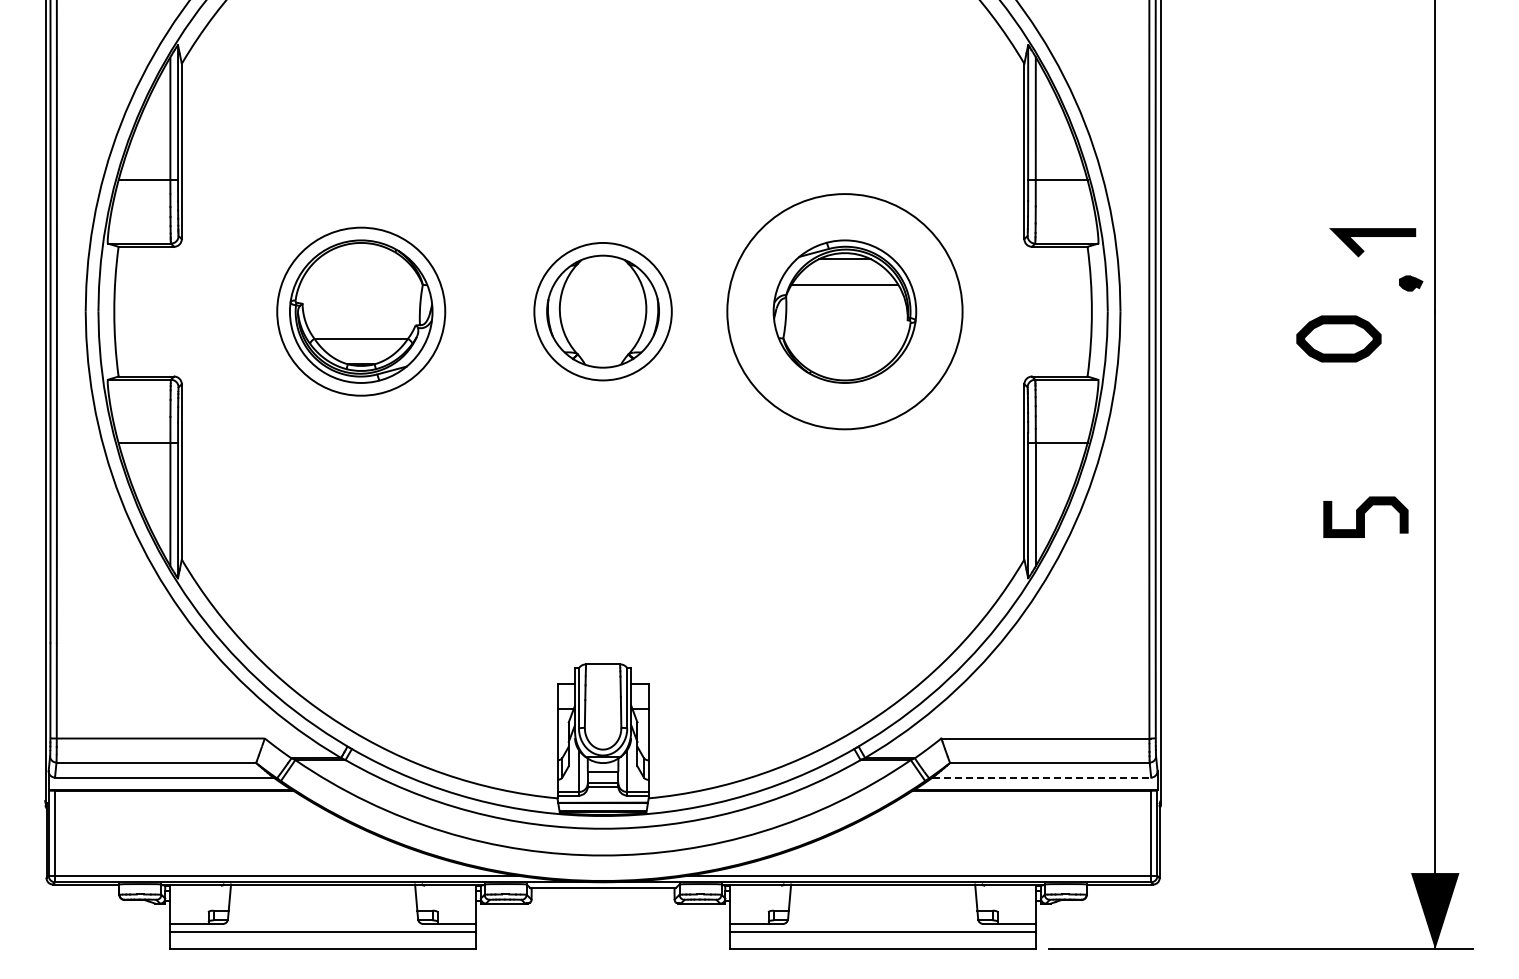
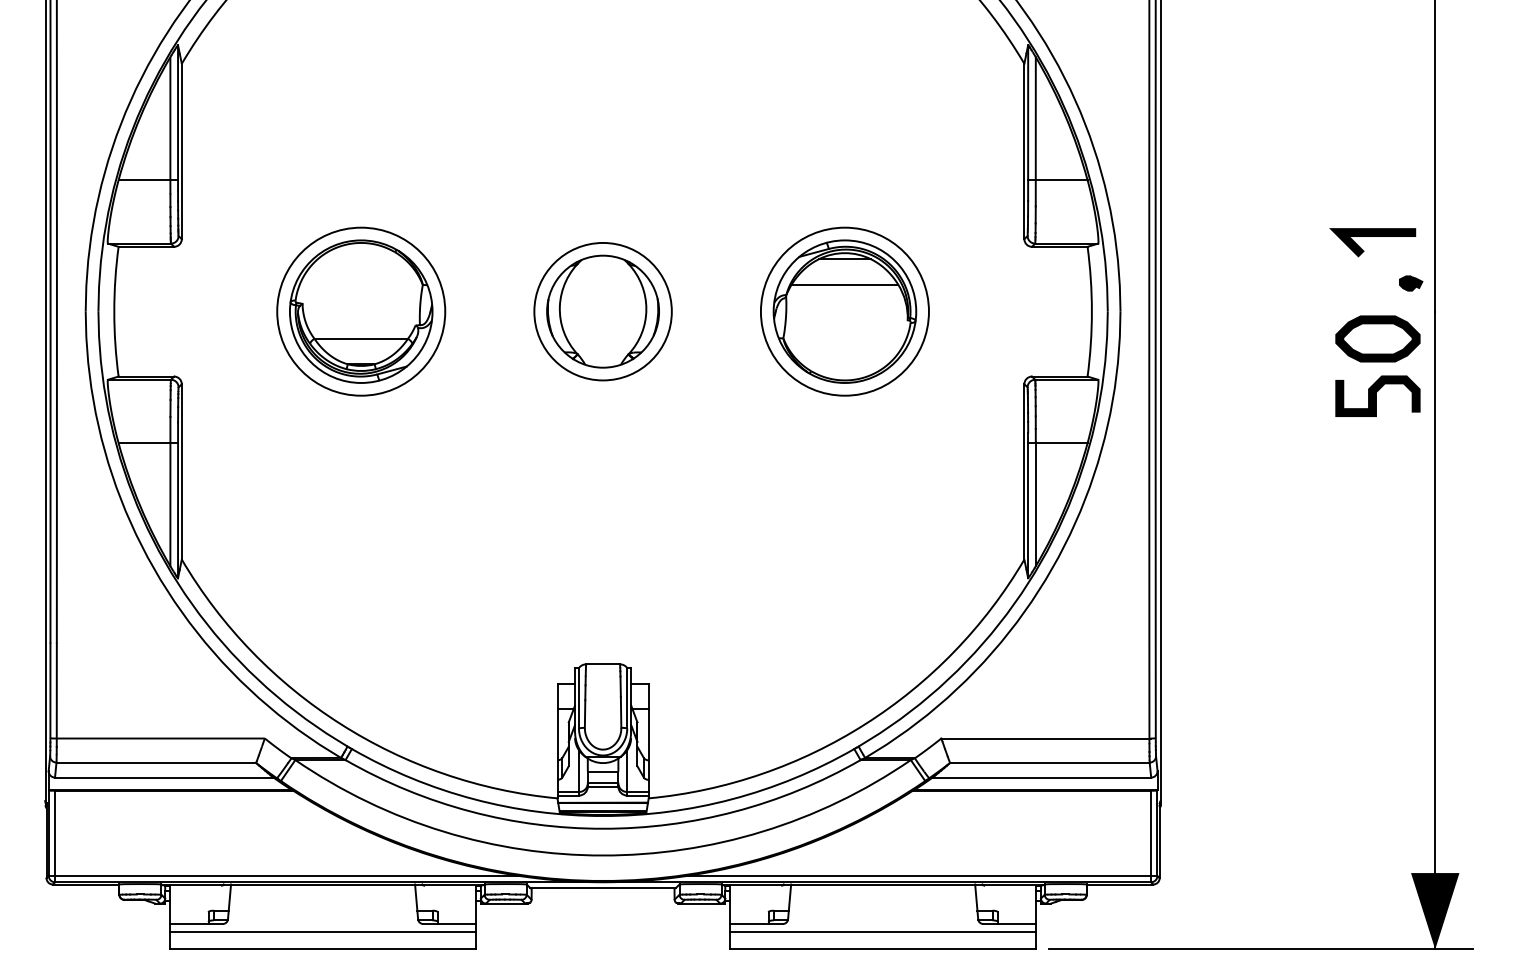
circle at (844, 311) diameter: 235 px -> 168 px
part at (1338, 338) position: (1338, 338) -> (1377, 338)
curve at (1364, 516) position: (1364, 516) -> (1376, 395)
line at (1042, 777): dashed -> solid
